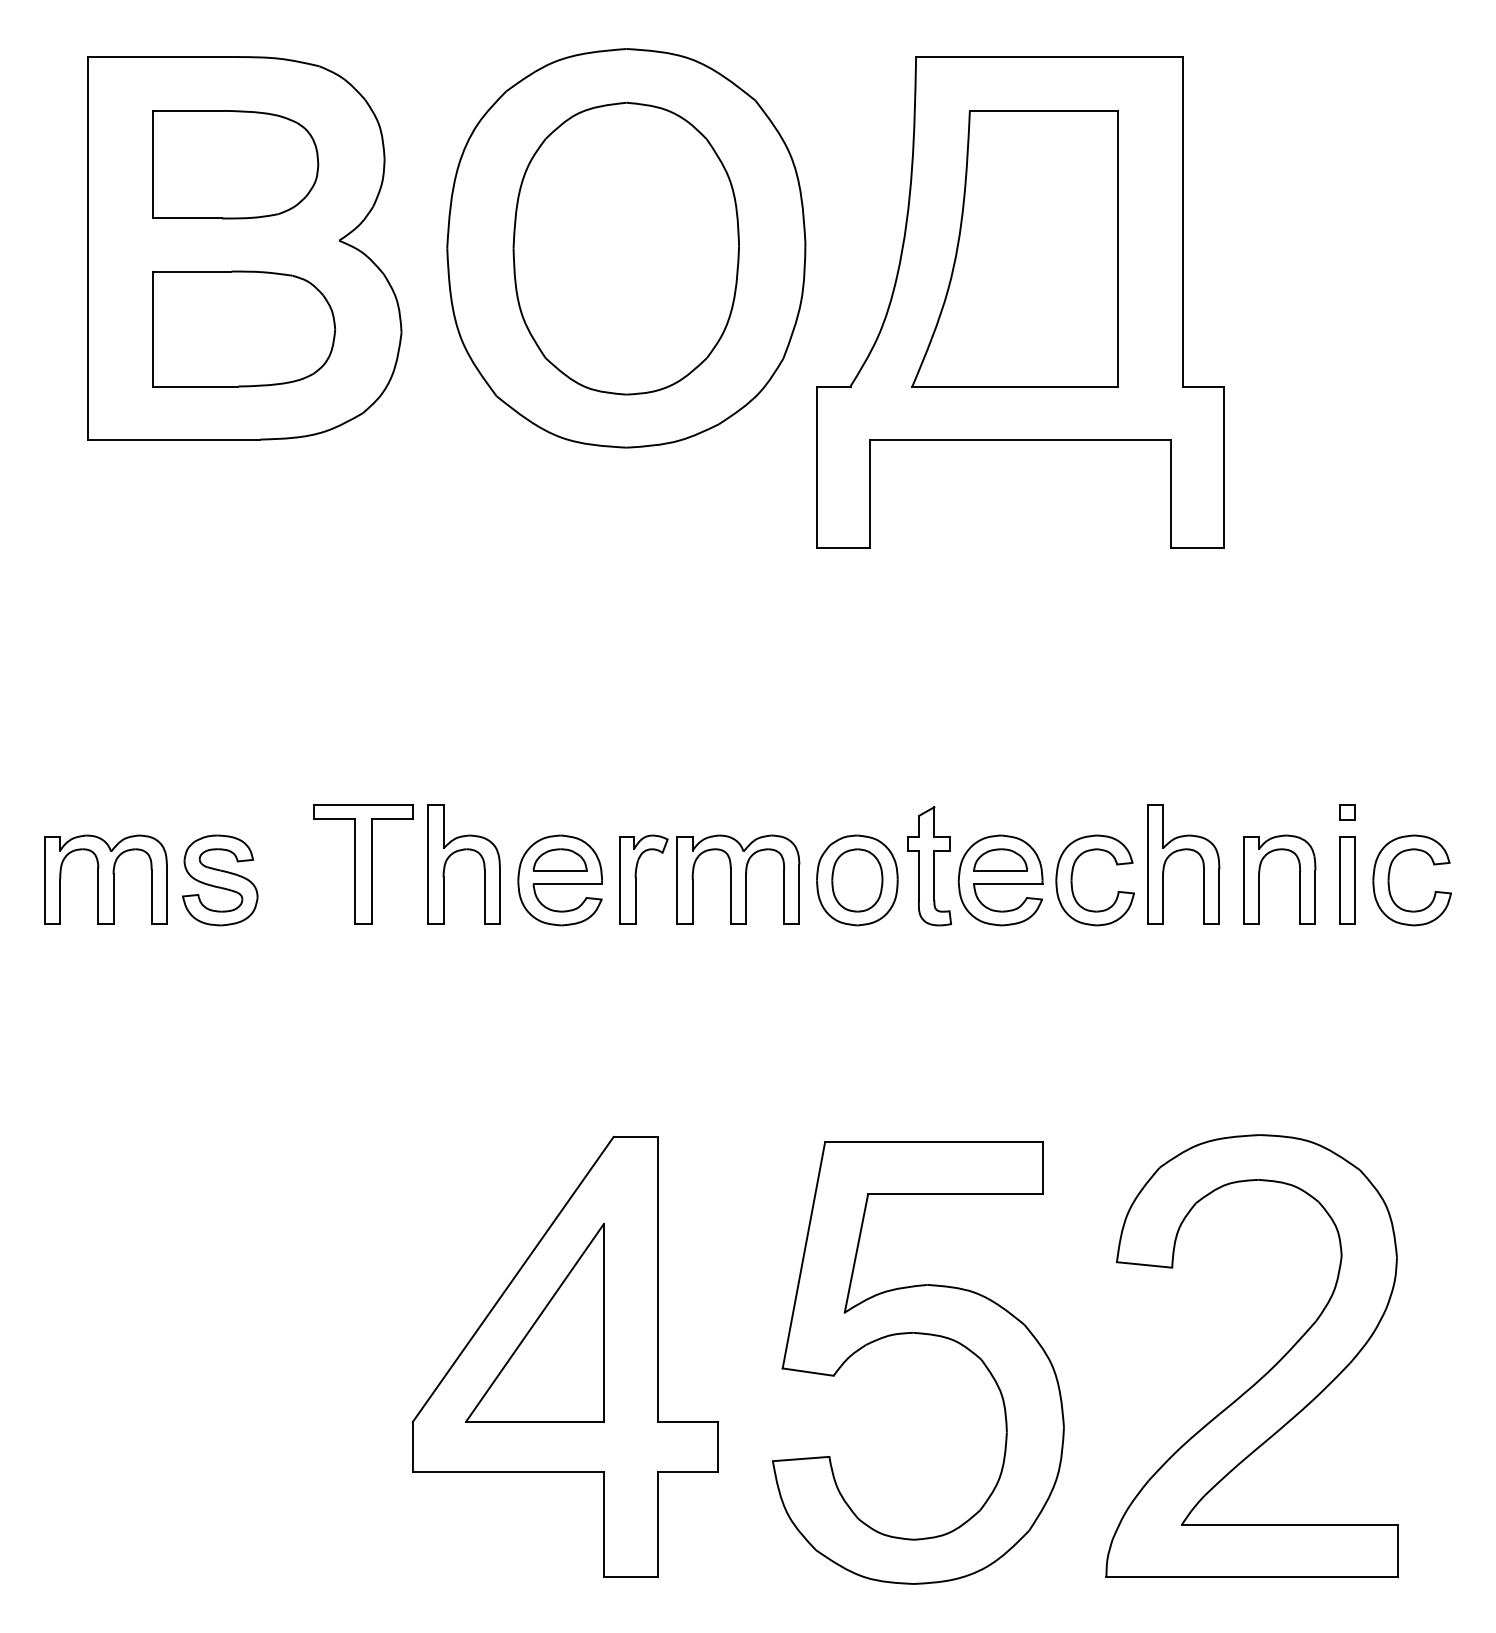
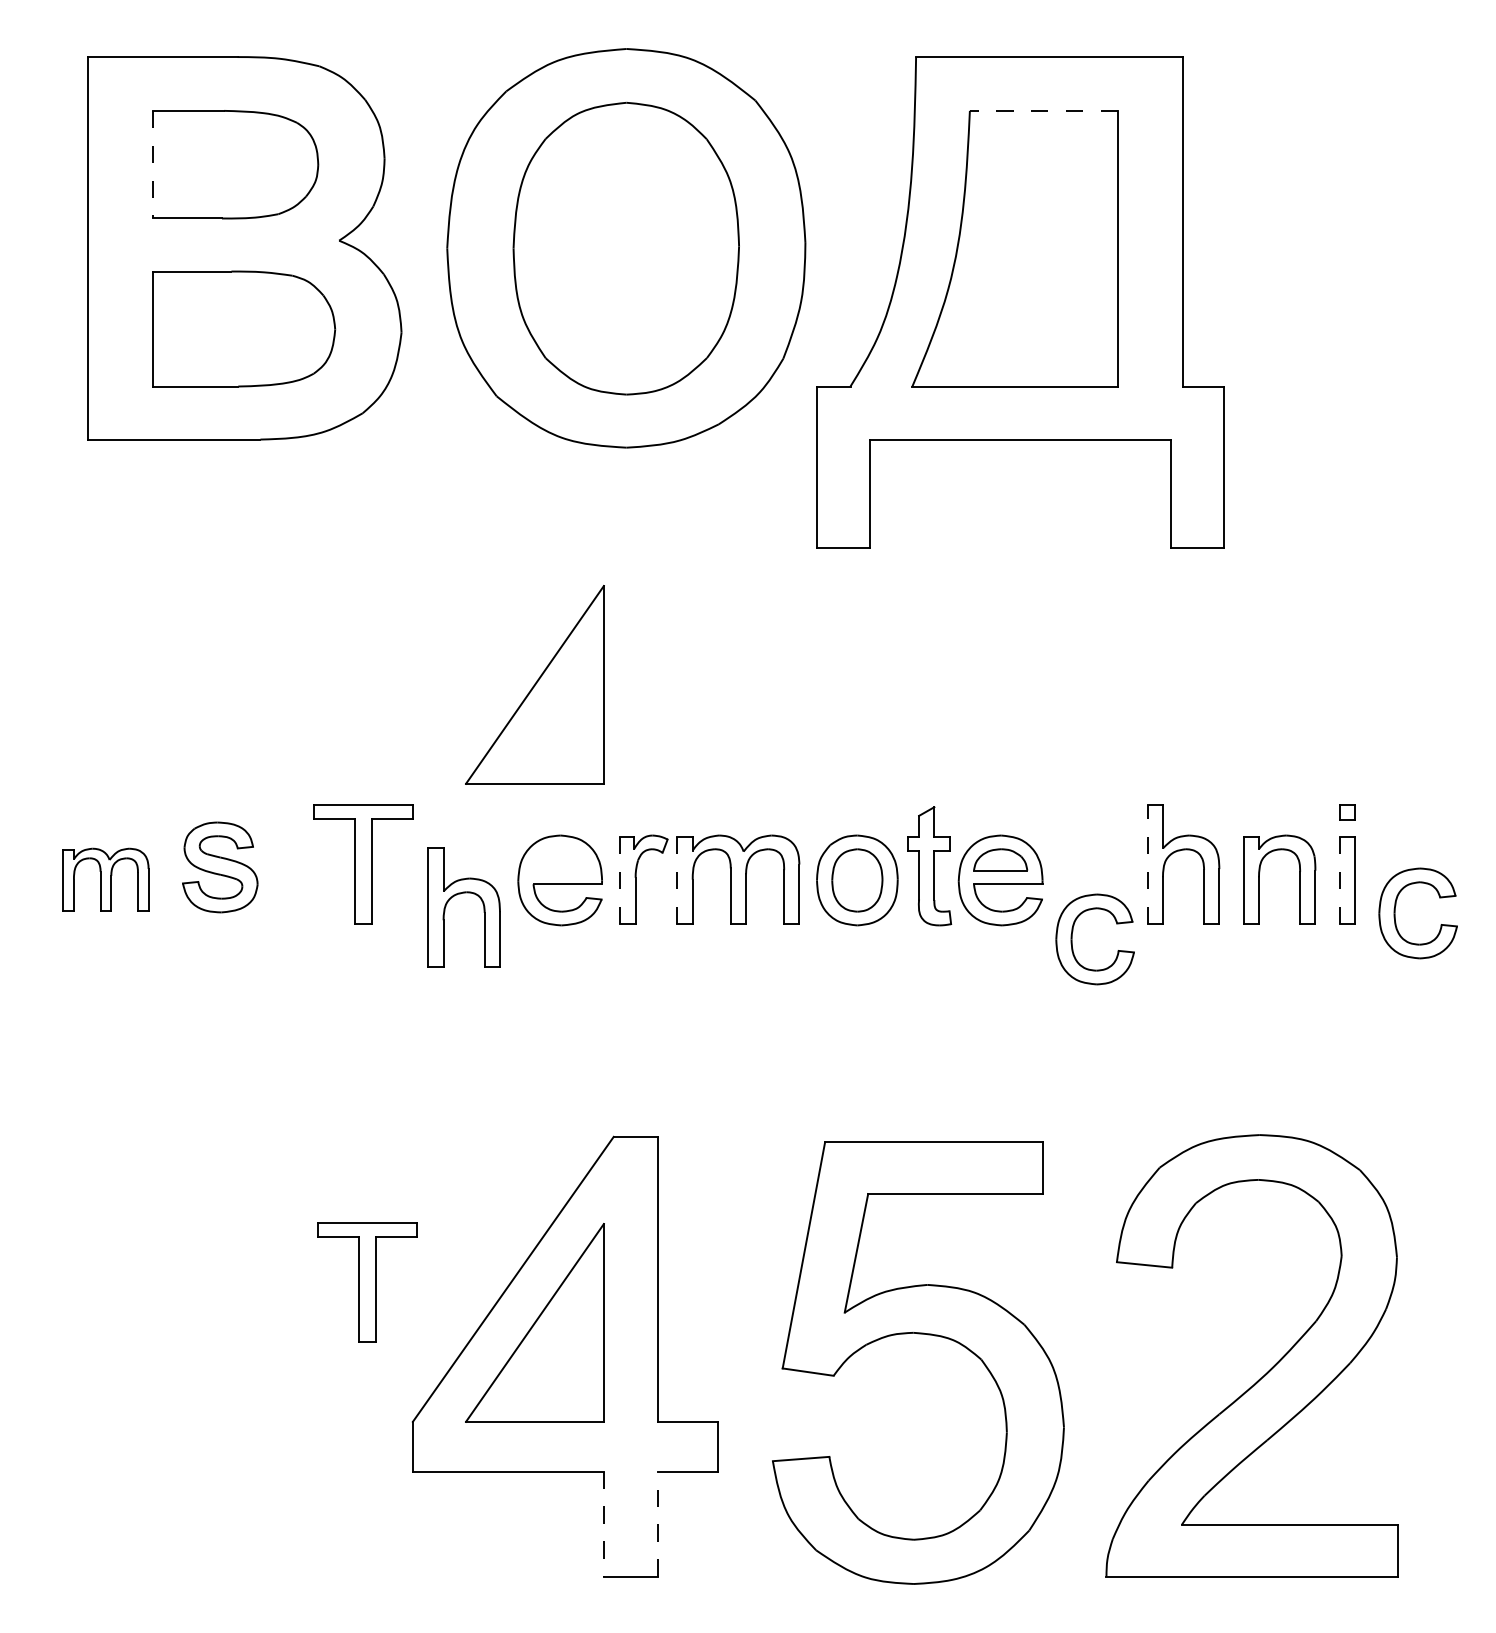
line at (1043, 110): solid -> dashed
line at (153, 164): solid -> dashed
part at (534, 684): none -> present
part at (460, 851) position: (460, 851) -> (460, 894)
part at (559, 859): present -> none
line at (1147, 863): solid -> dashed
part at (105, 879) size: 124x91 px -> 88x65 px
line at (620, 879): solid -> dashed
line at (677, 879): solid -> dashed
line at (1339, 879): solid -> dashed
part at (220, 880) position: (220, 880) -> (220, 867)
part at (1072, 880) position: (1072, 880) -> (1072, 939)
part at (1389, 880) position: (1389, 880) -> (1395, 913)
part at (367, 1282): none -> present
line at (603, 1524): solid -> dashed
line at (657, 1524): solid -> dashed
